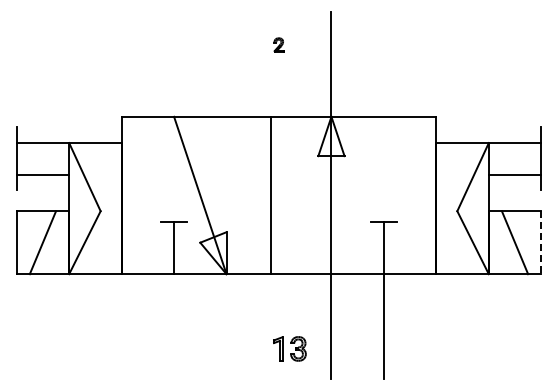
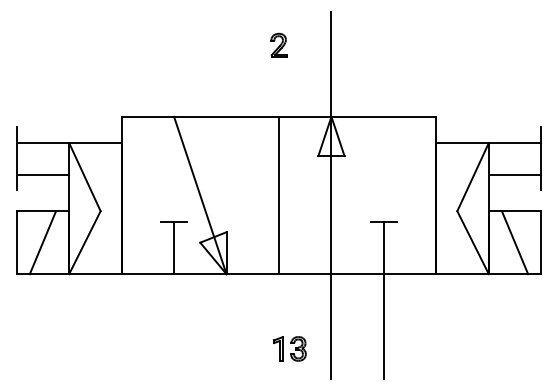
part at (278, 44) size: 12x16 px -> 18x26 px
line at (270, 195) position: (270, 195) -> (278, 195)
line at (541, 243): dashed -> solid
